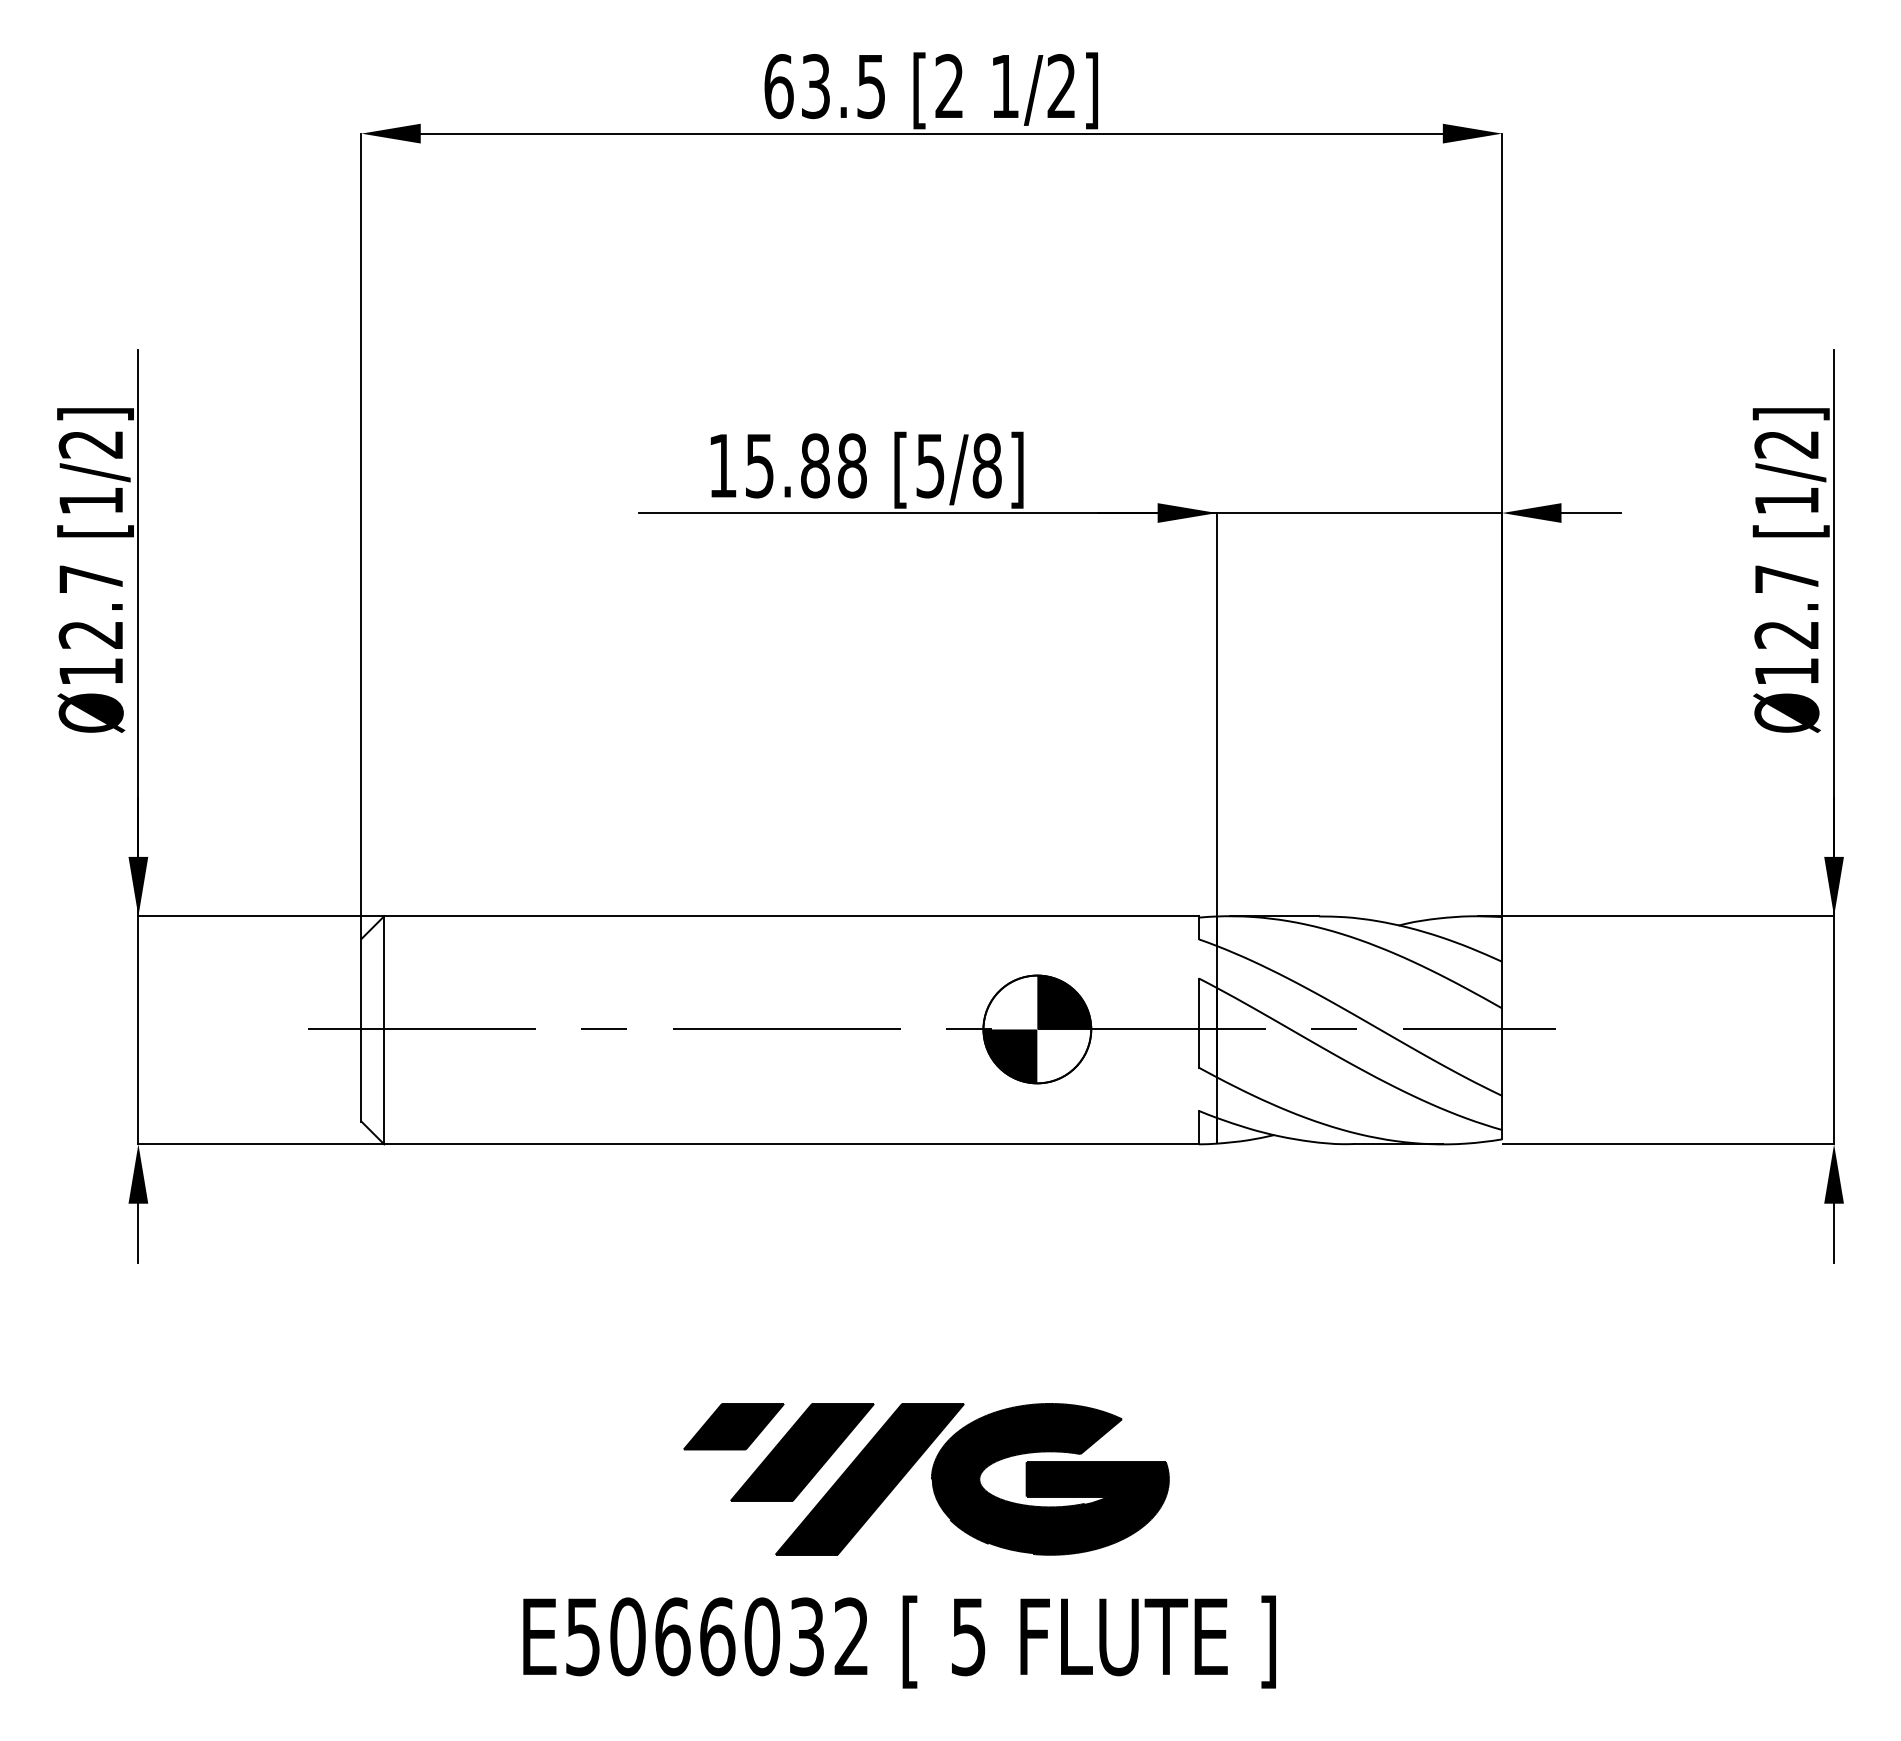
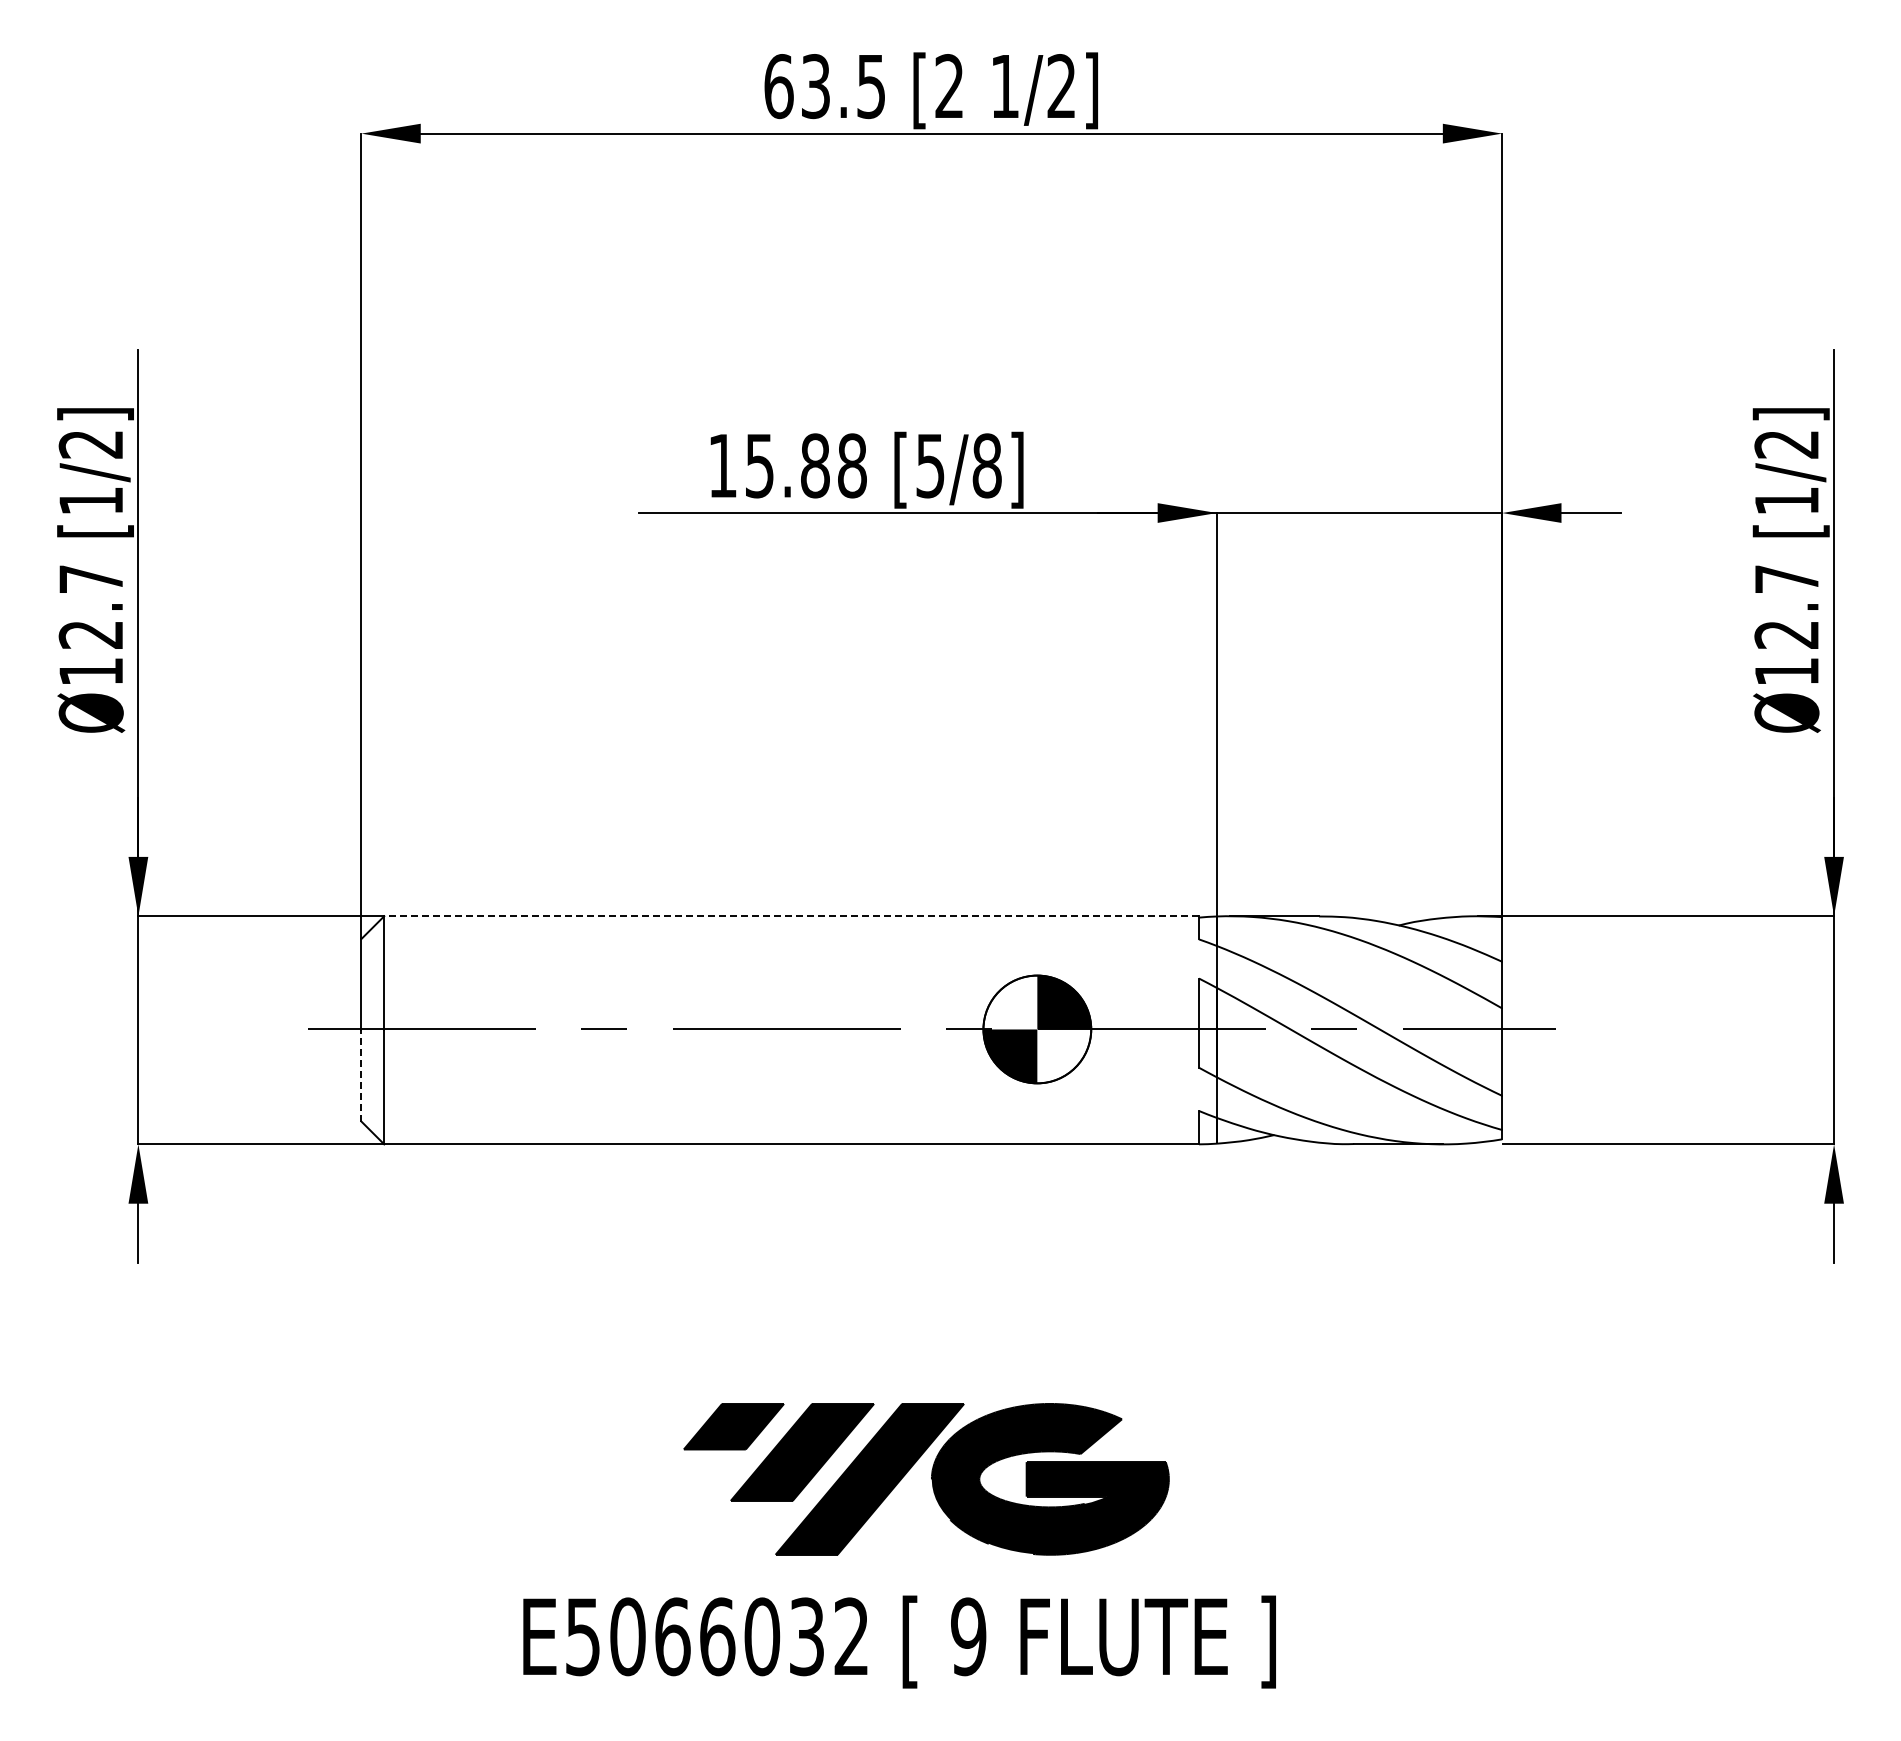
line at (791, 916): solid -> dashed
line at (361, 1075): solid -> dashed
text at (968, 1636): 5 -> 9
